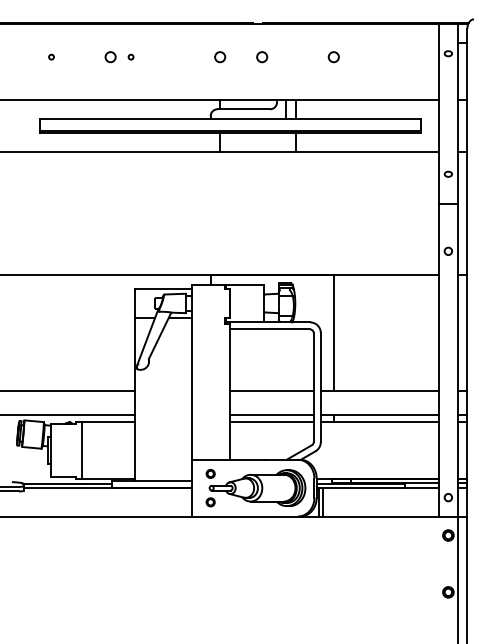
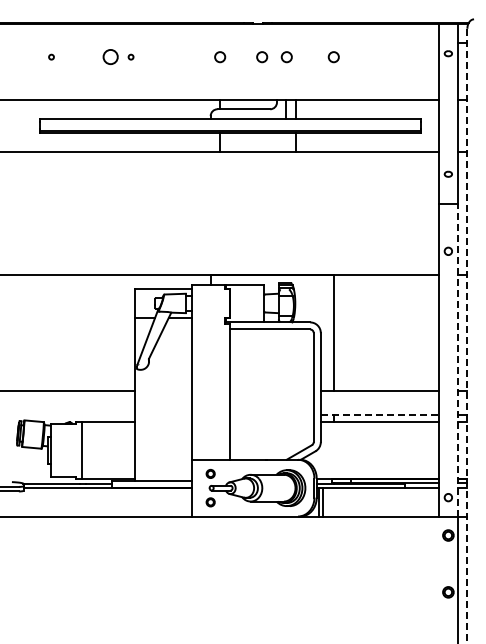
circle at (110, 57) size: 13x13 px -> 17x16 px
circle at (286, 57): none -> present
line at (467, 336): solid -> dashed
line at (457, 359): solid -> dashed
line at (271, 391): present -> none
line at (68, 414): present -> none
line at (271, 414): present -> none
line at (380, 414): solid -> dashed
line at (271, 421): present -> none
